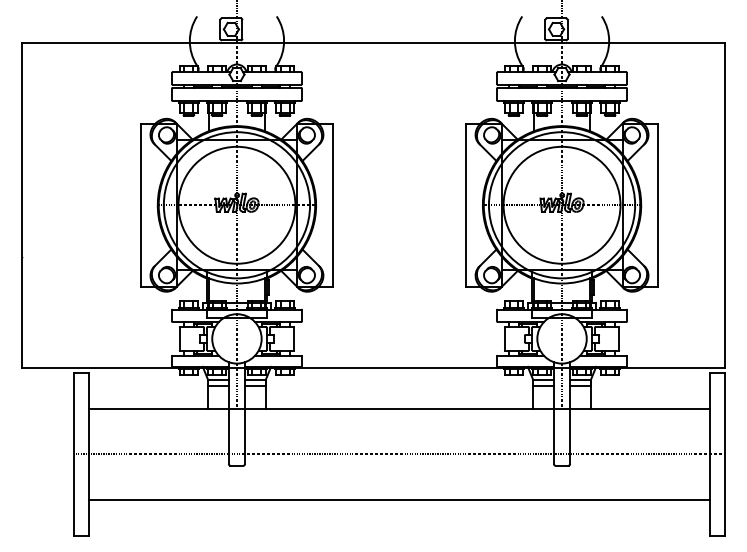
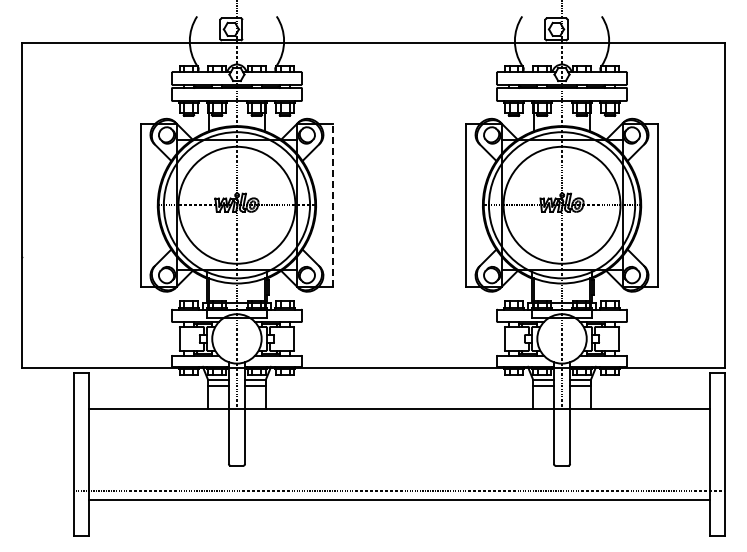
line at (333, 204): solid -> dashed
line at (399, 454) position: (399, 454) -> (399, 491)
